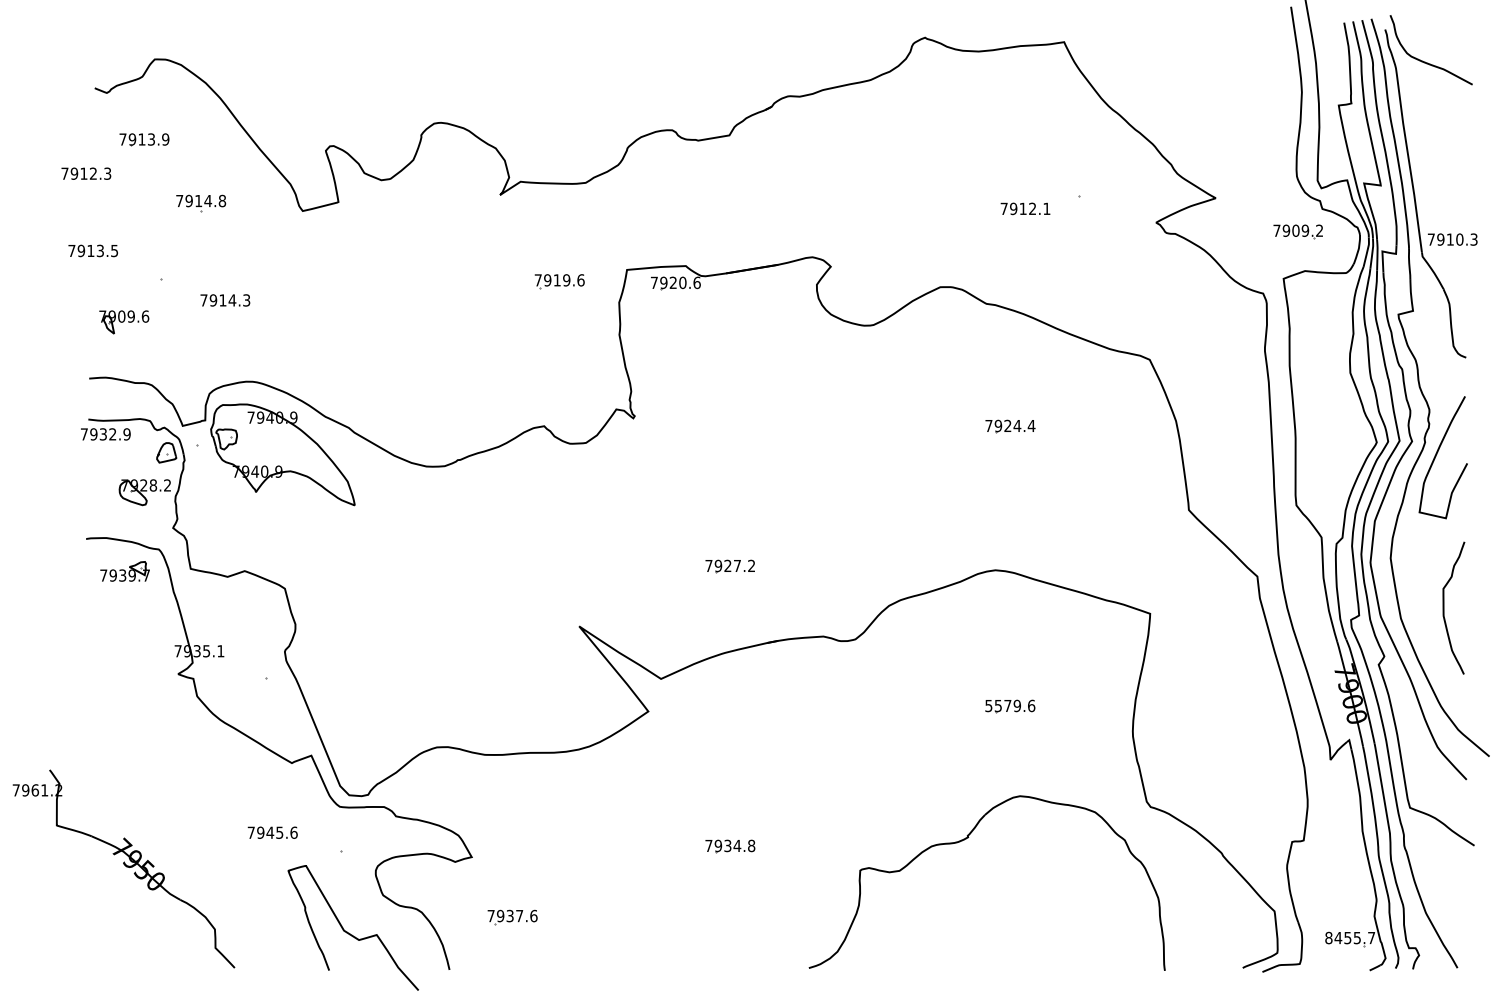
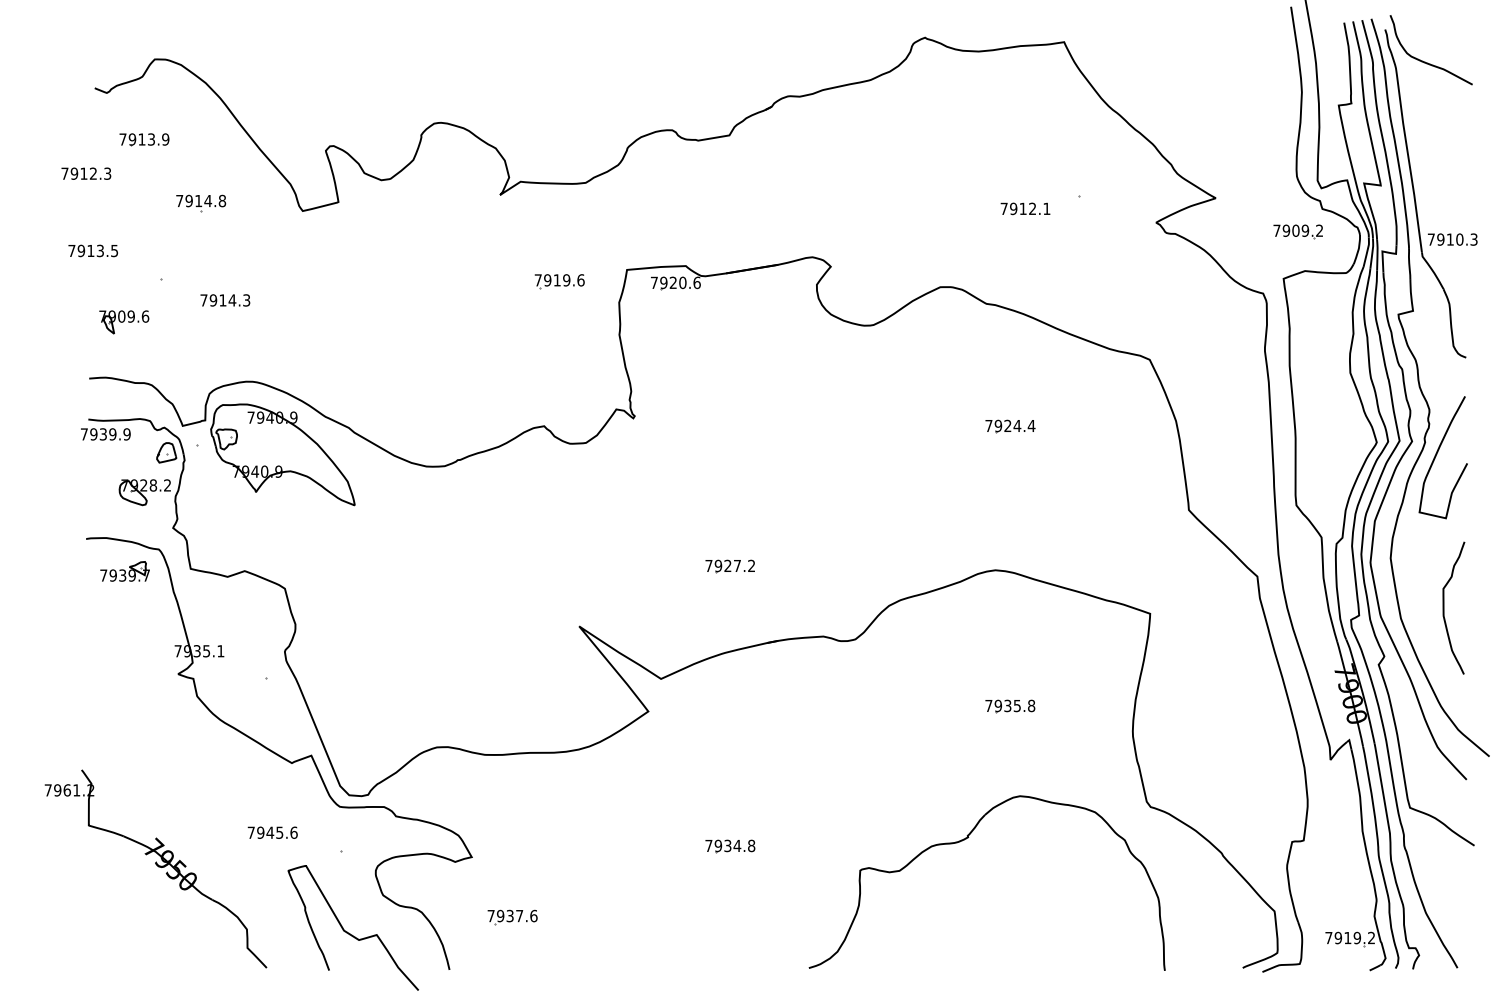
text at (112, 434): 7932.9 -> 7939.9
text at (1010, 705): 5579.6 -> 7935.8
part at (123, 868) position: (123, 868) -> (155, 868)
text at (1350, 937): 8455.7 -> 7919.2
